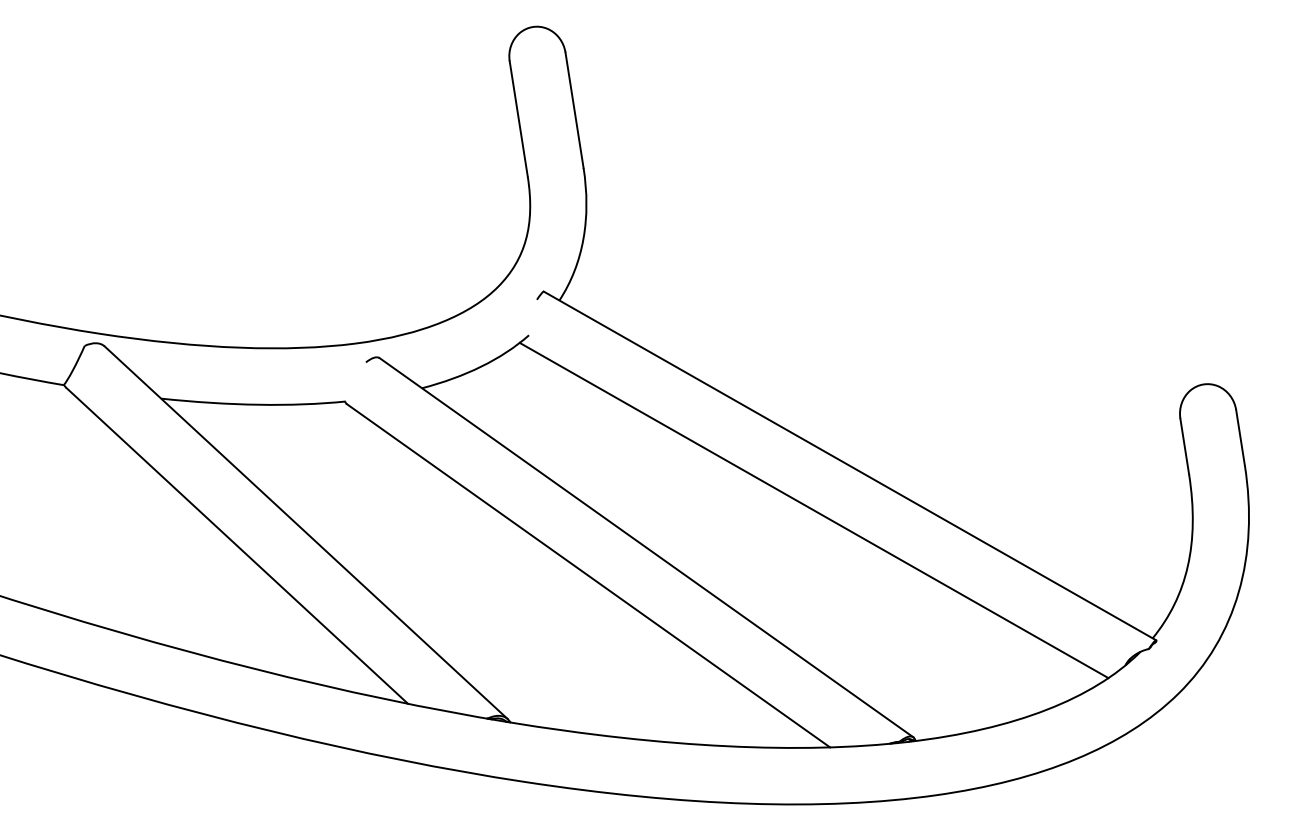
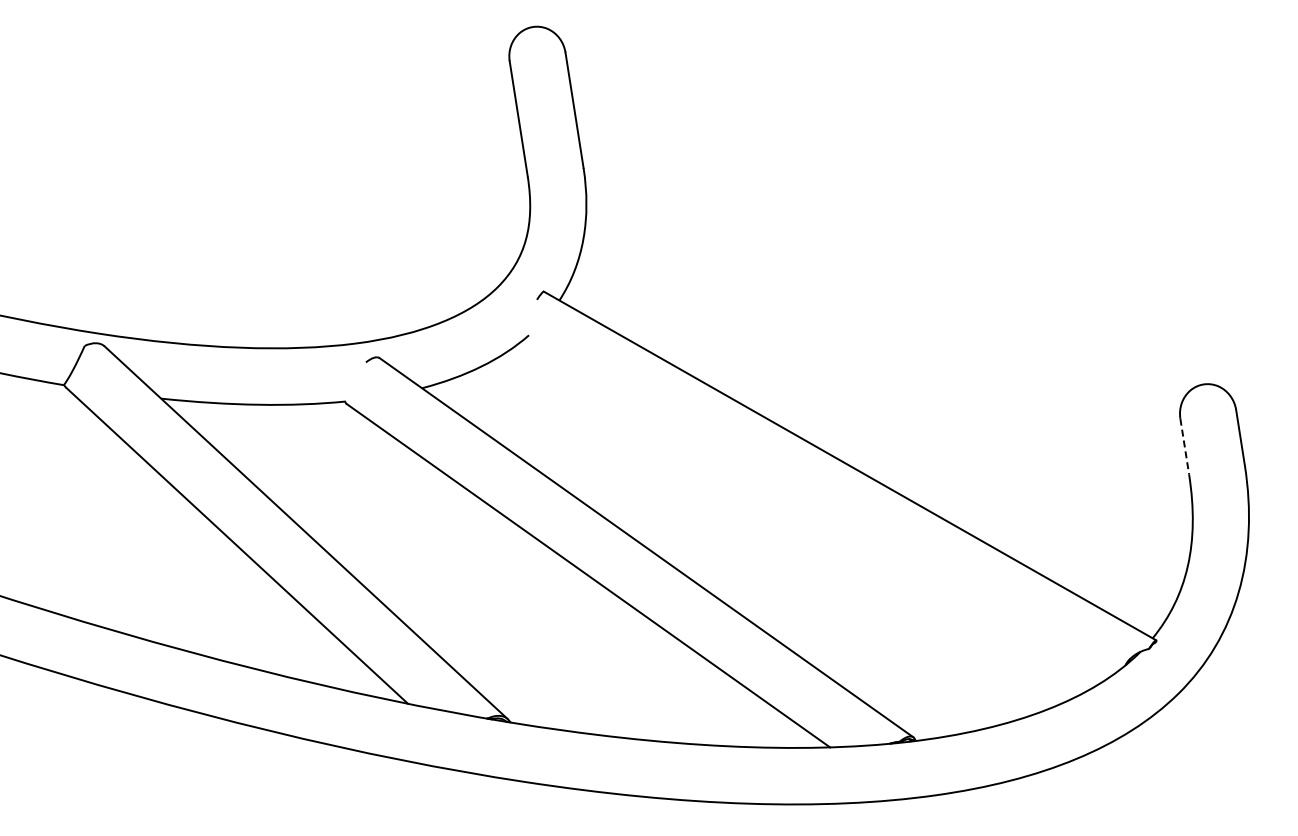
line at (1184, 447): solid -> dashed
line at (813, 510): present -> none
